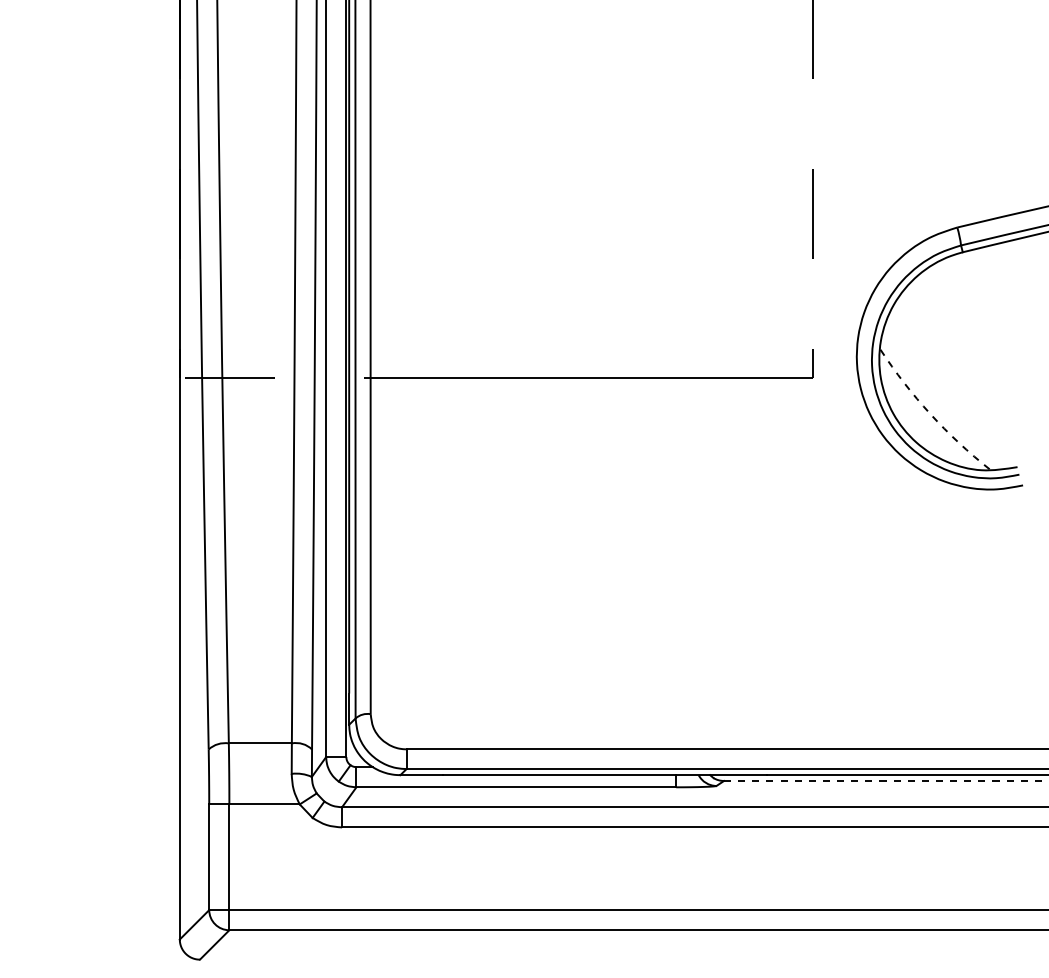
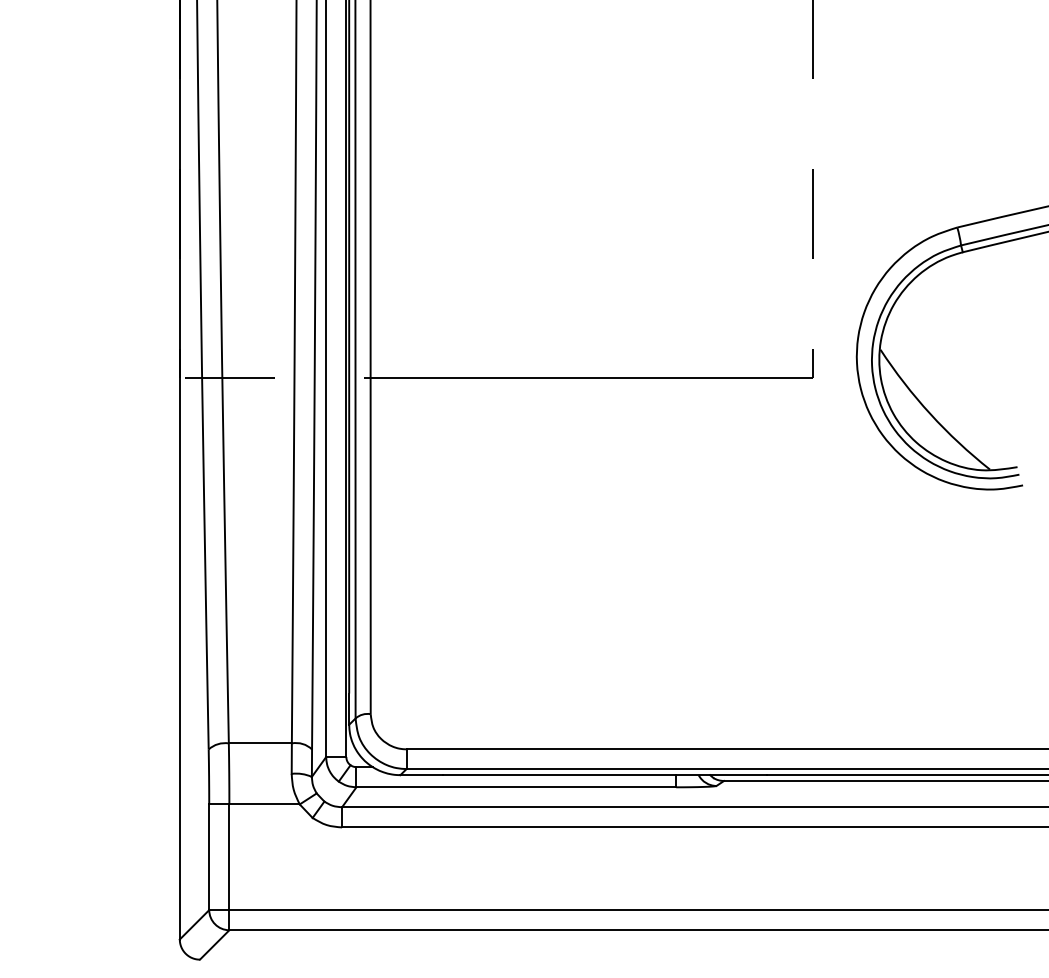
arc at (930, 414): dashed -> solid
line at (886, 780): dashed -> solid
